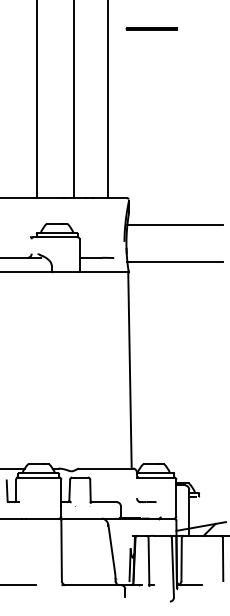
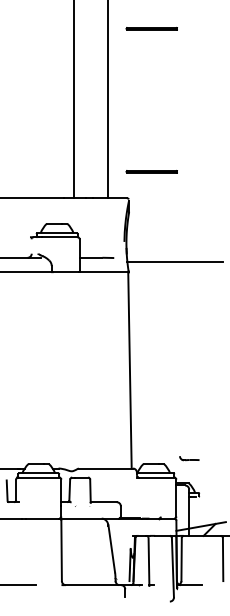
line at (36, 100): present -> none
line at (151, 171): none -> present
line at (174, 225): present -> none
part at (146, 500) position: (146, 500) -> (189, 458)
